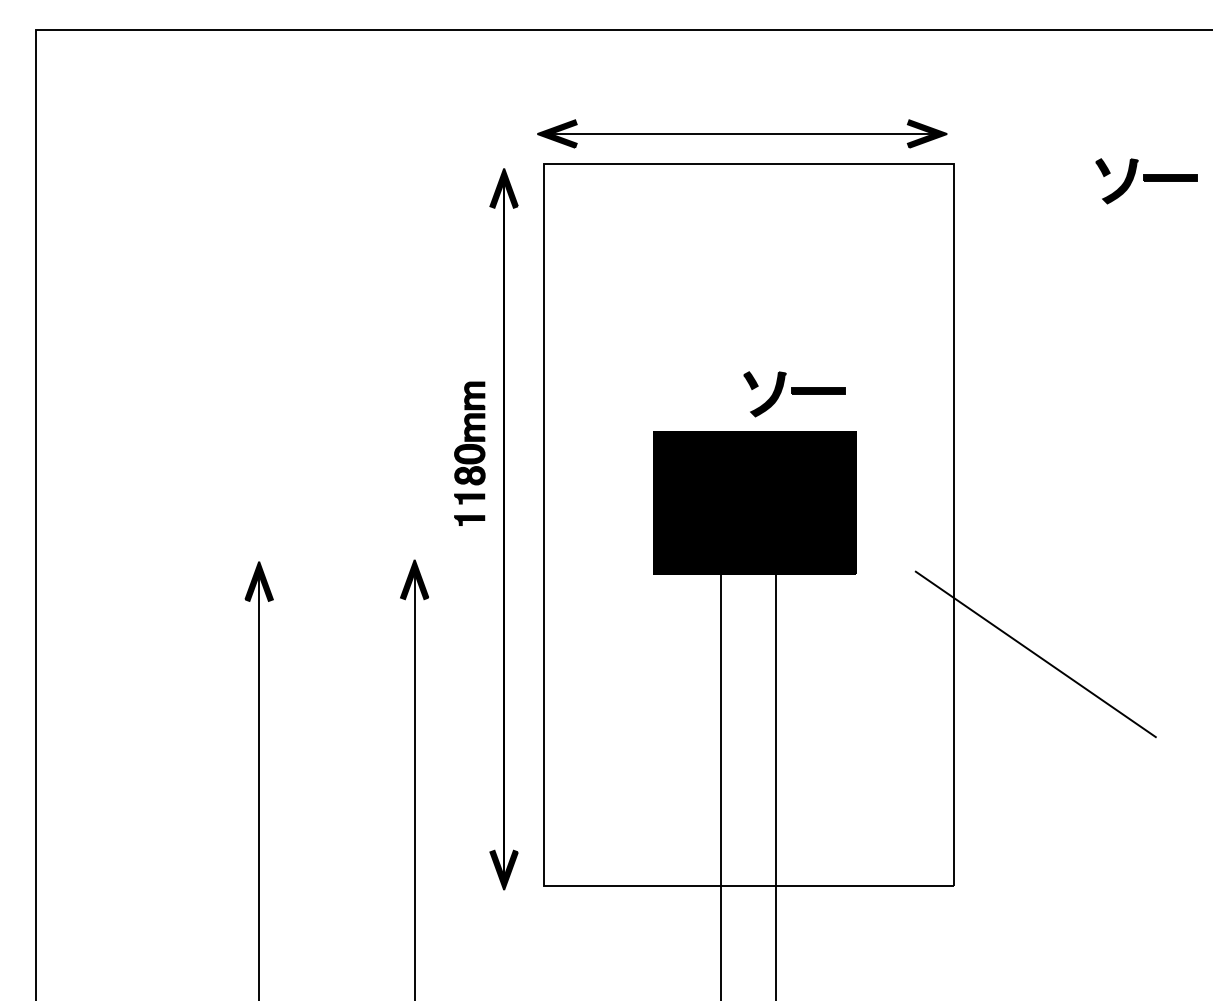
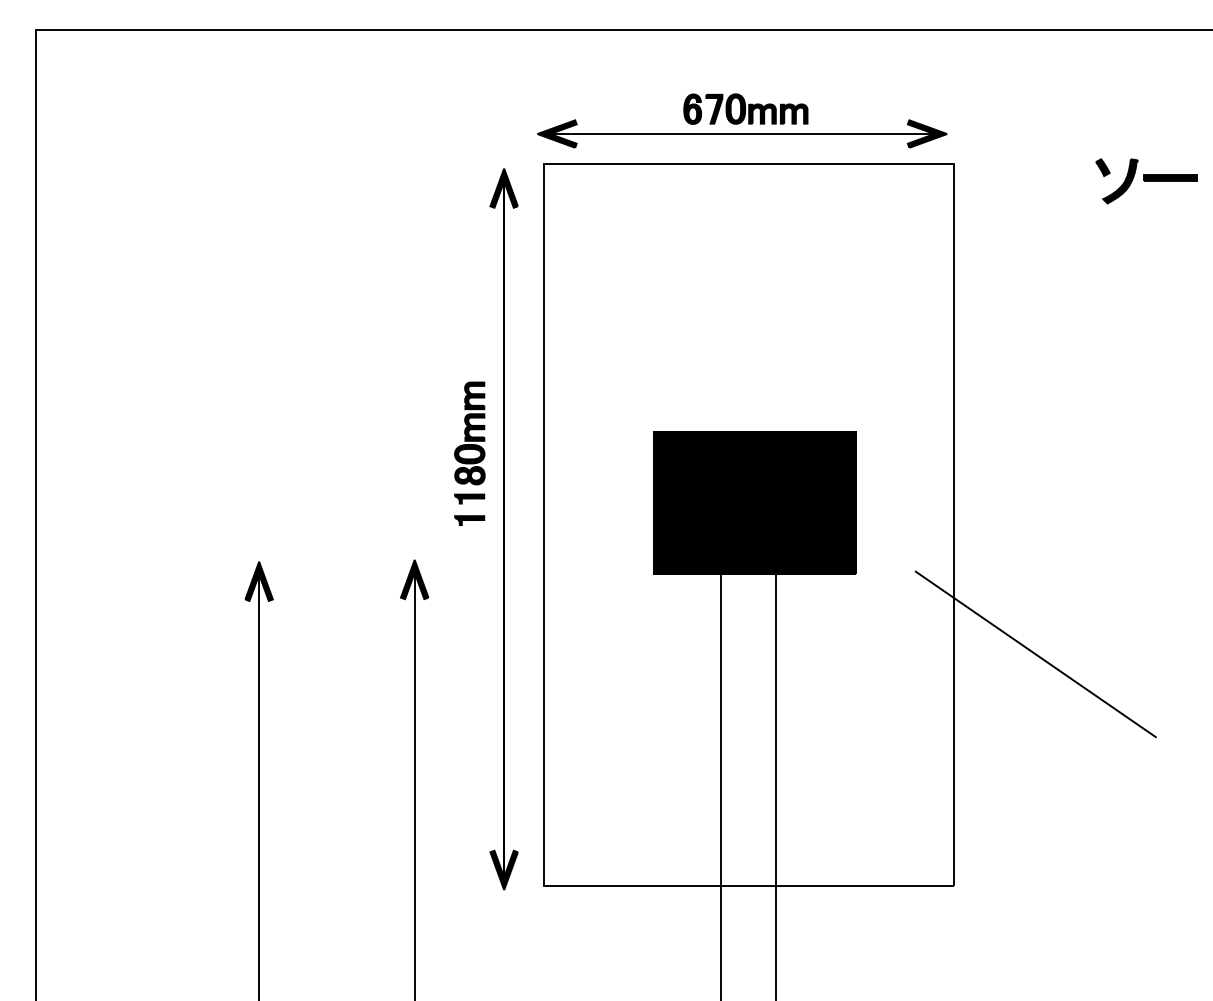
part at (745, 108): none -> present
part at (794, 394): present -> none
